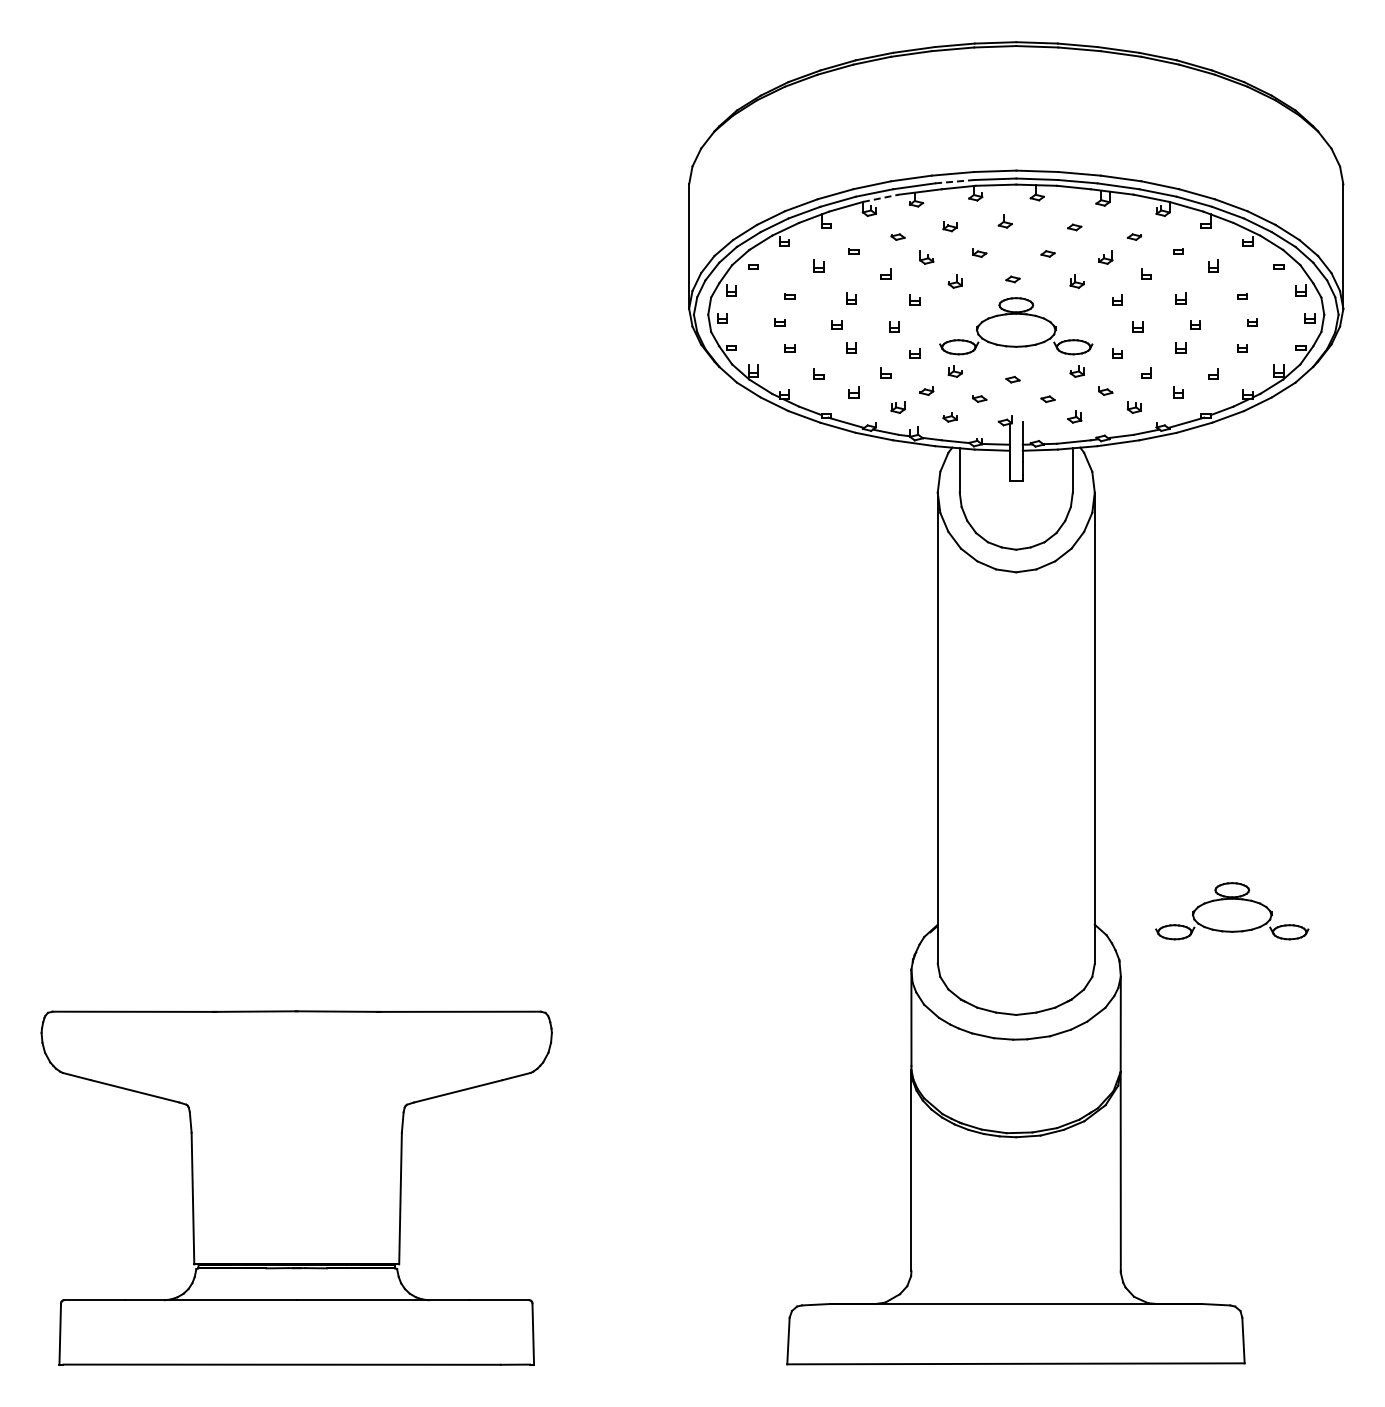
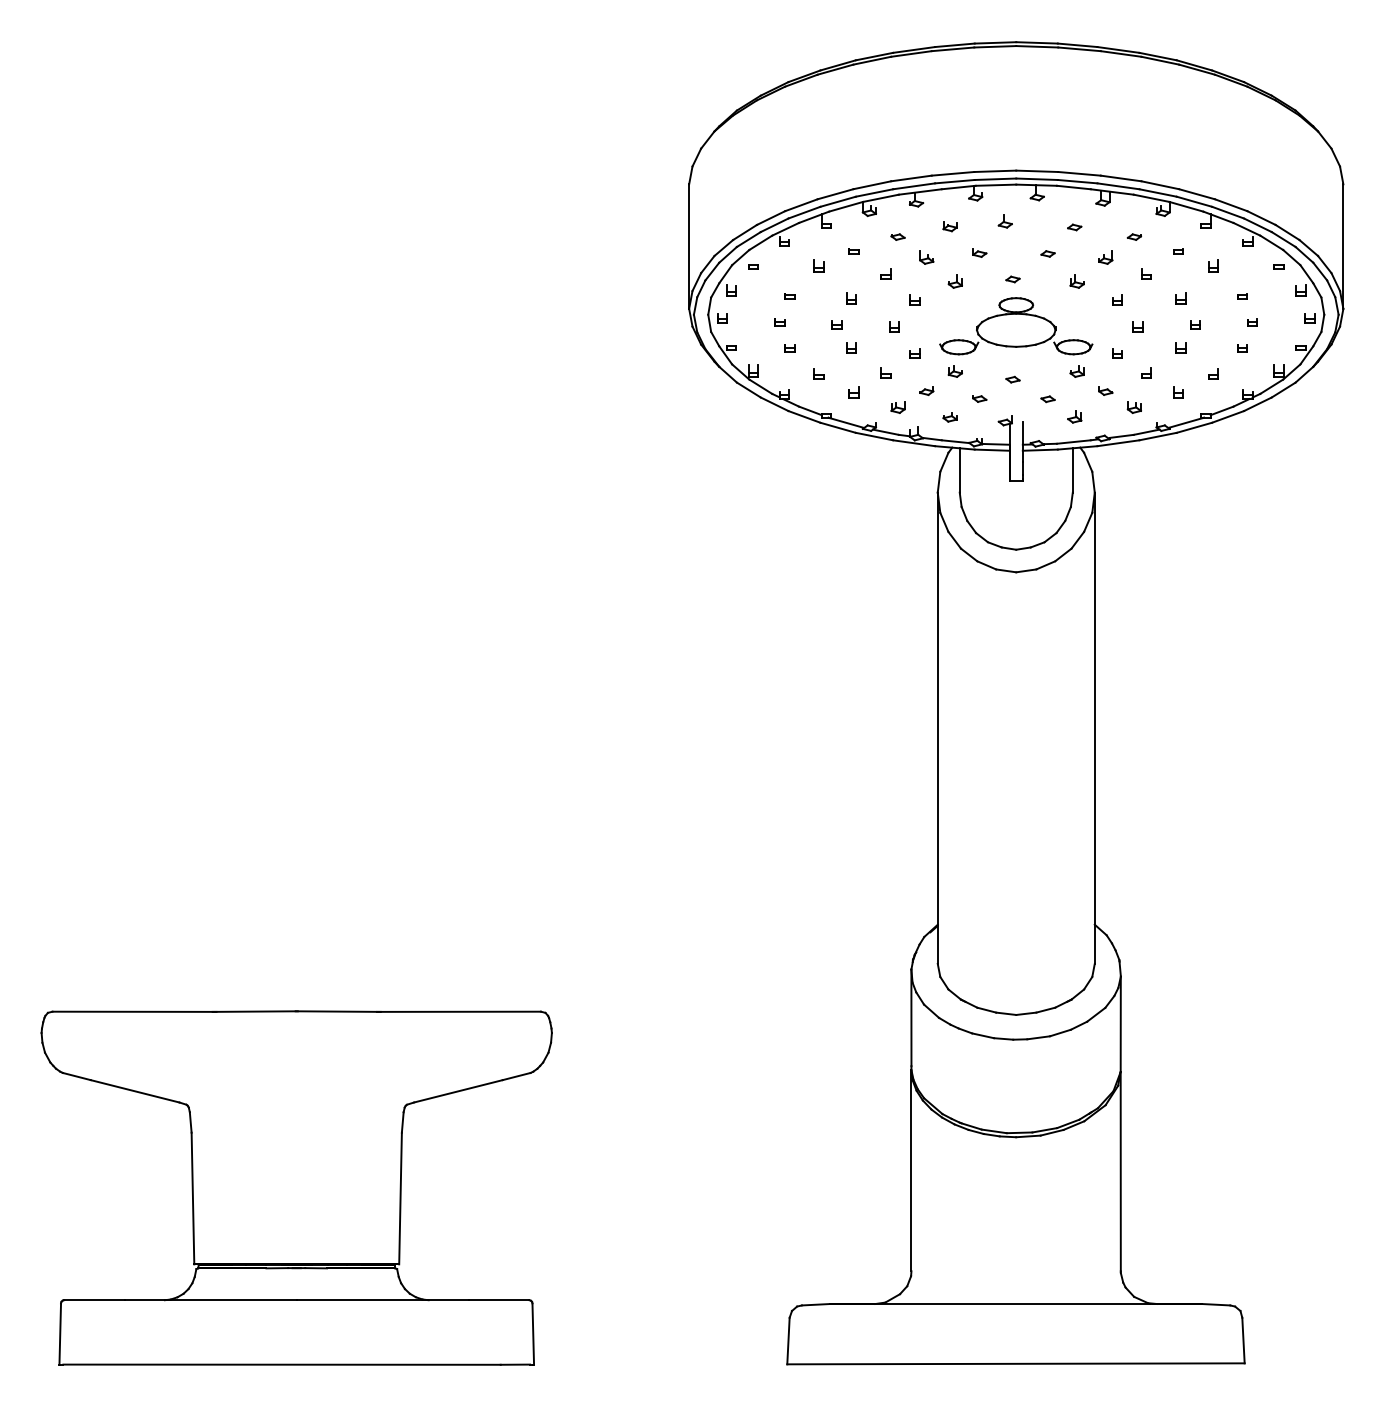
line at (954, 181): dashed -> solid
line at (881, 198): dashed -> solid
part at (1232, 911): present -> none
